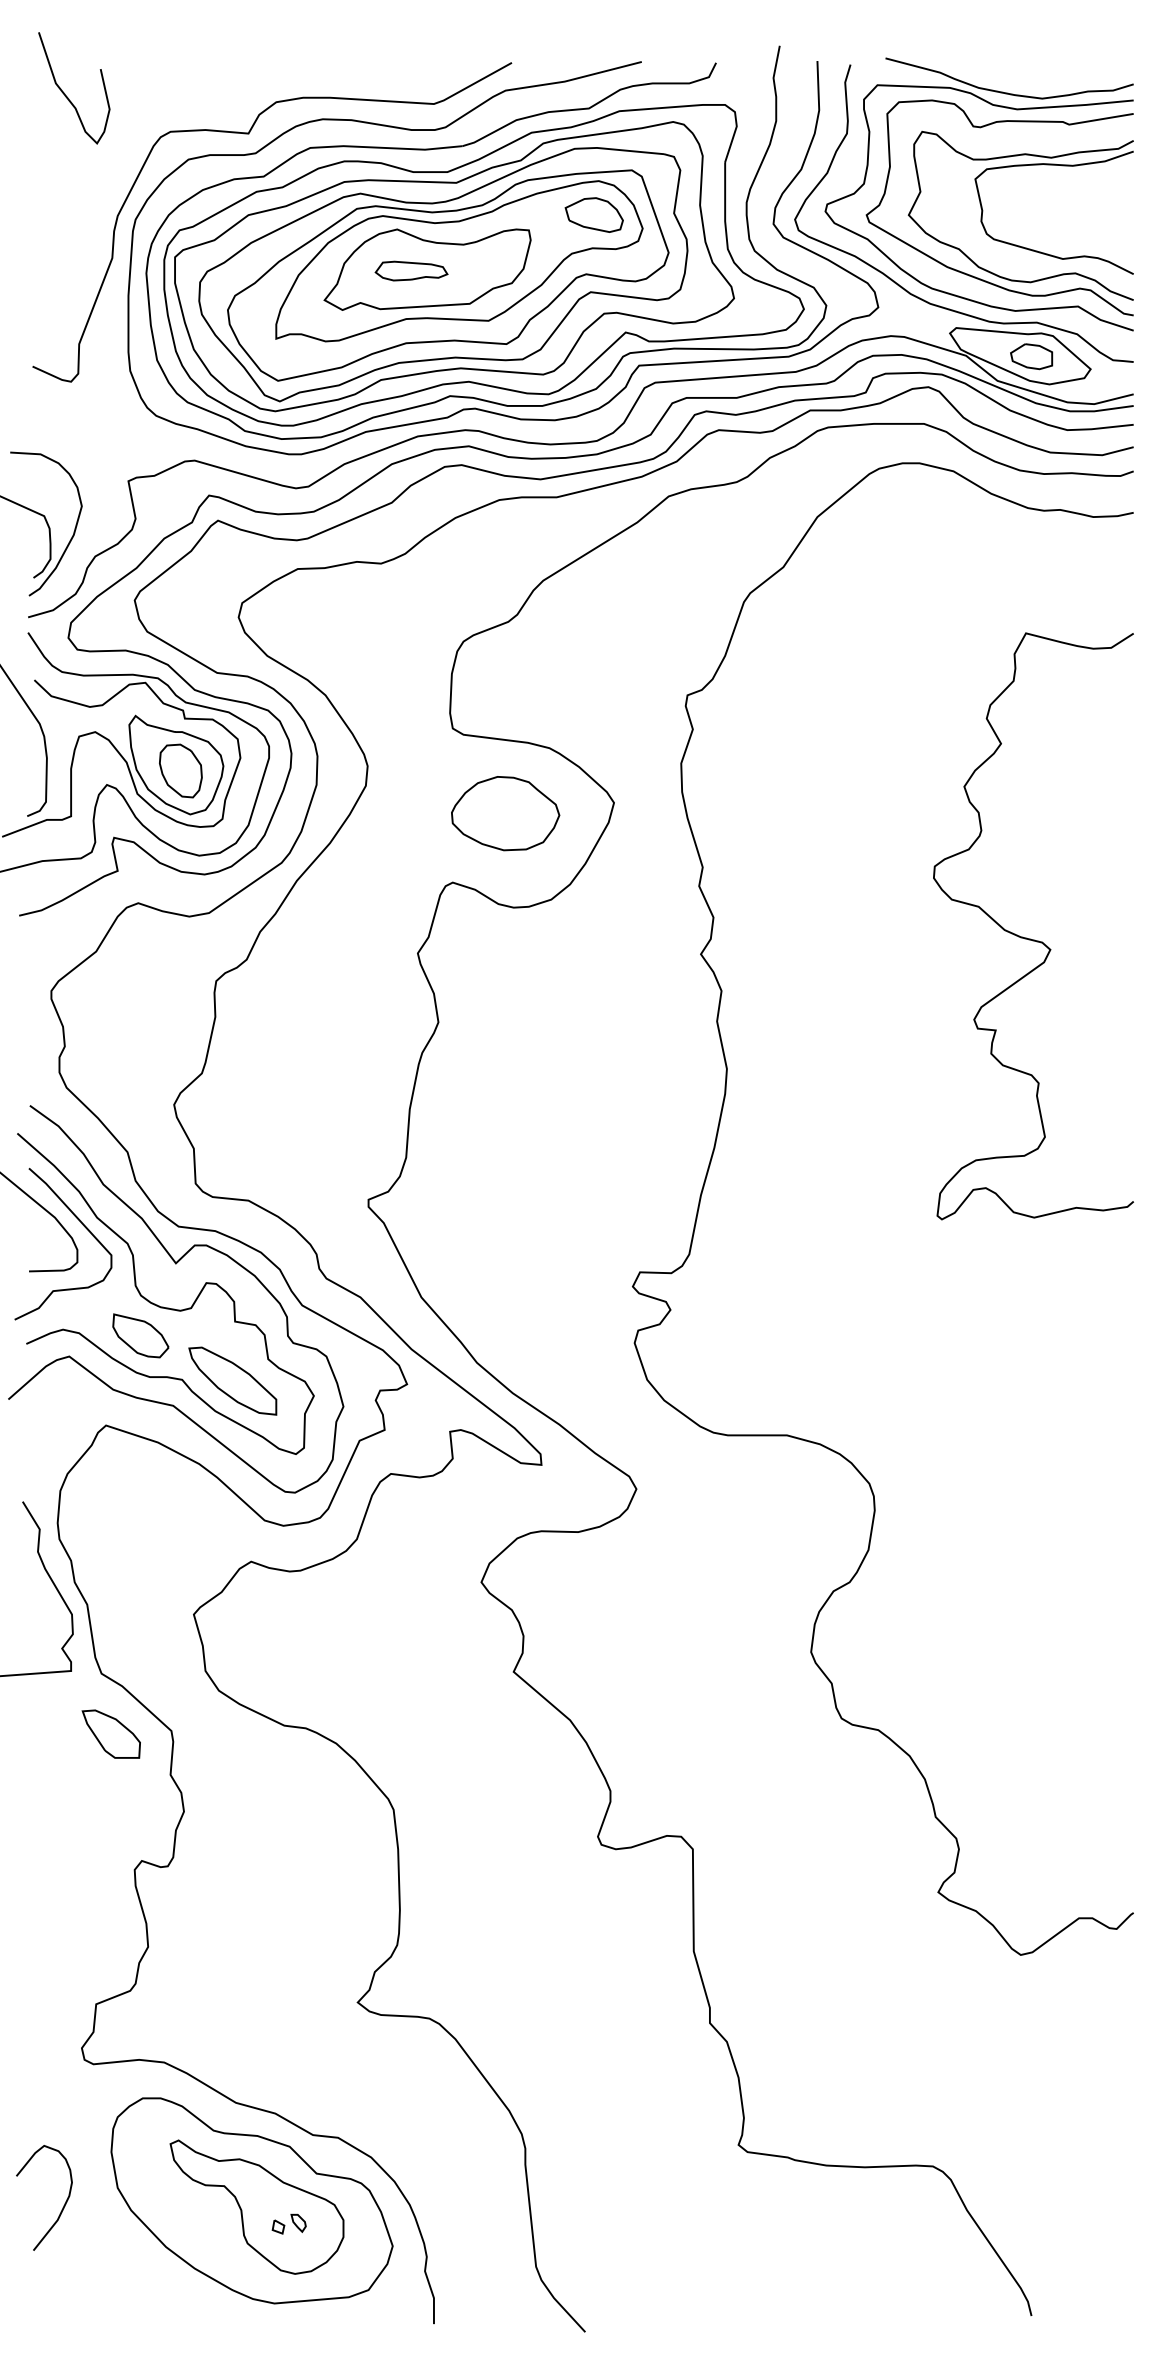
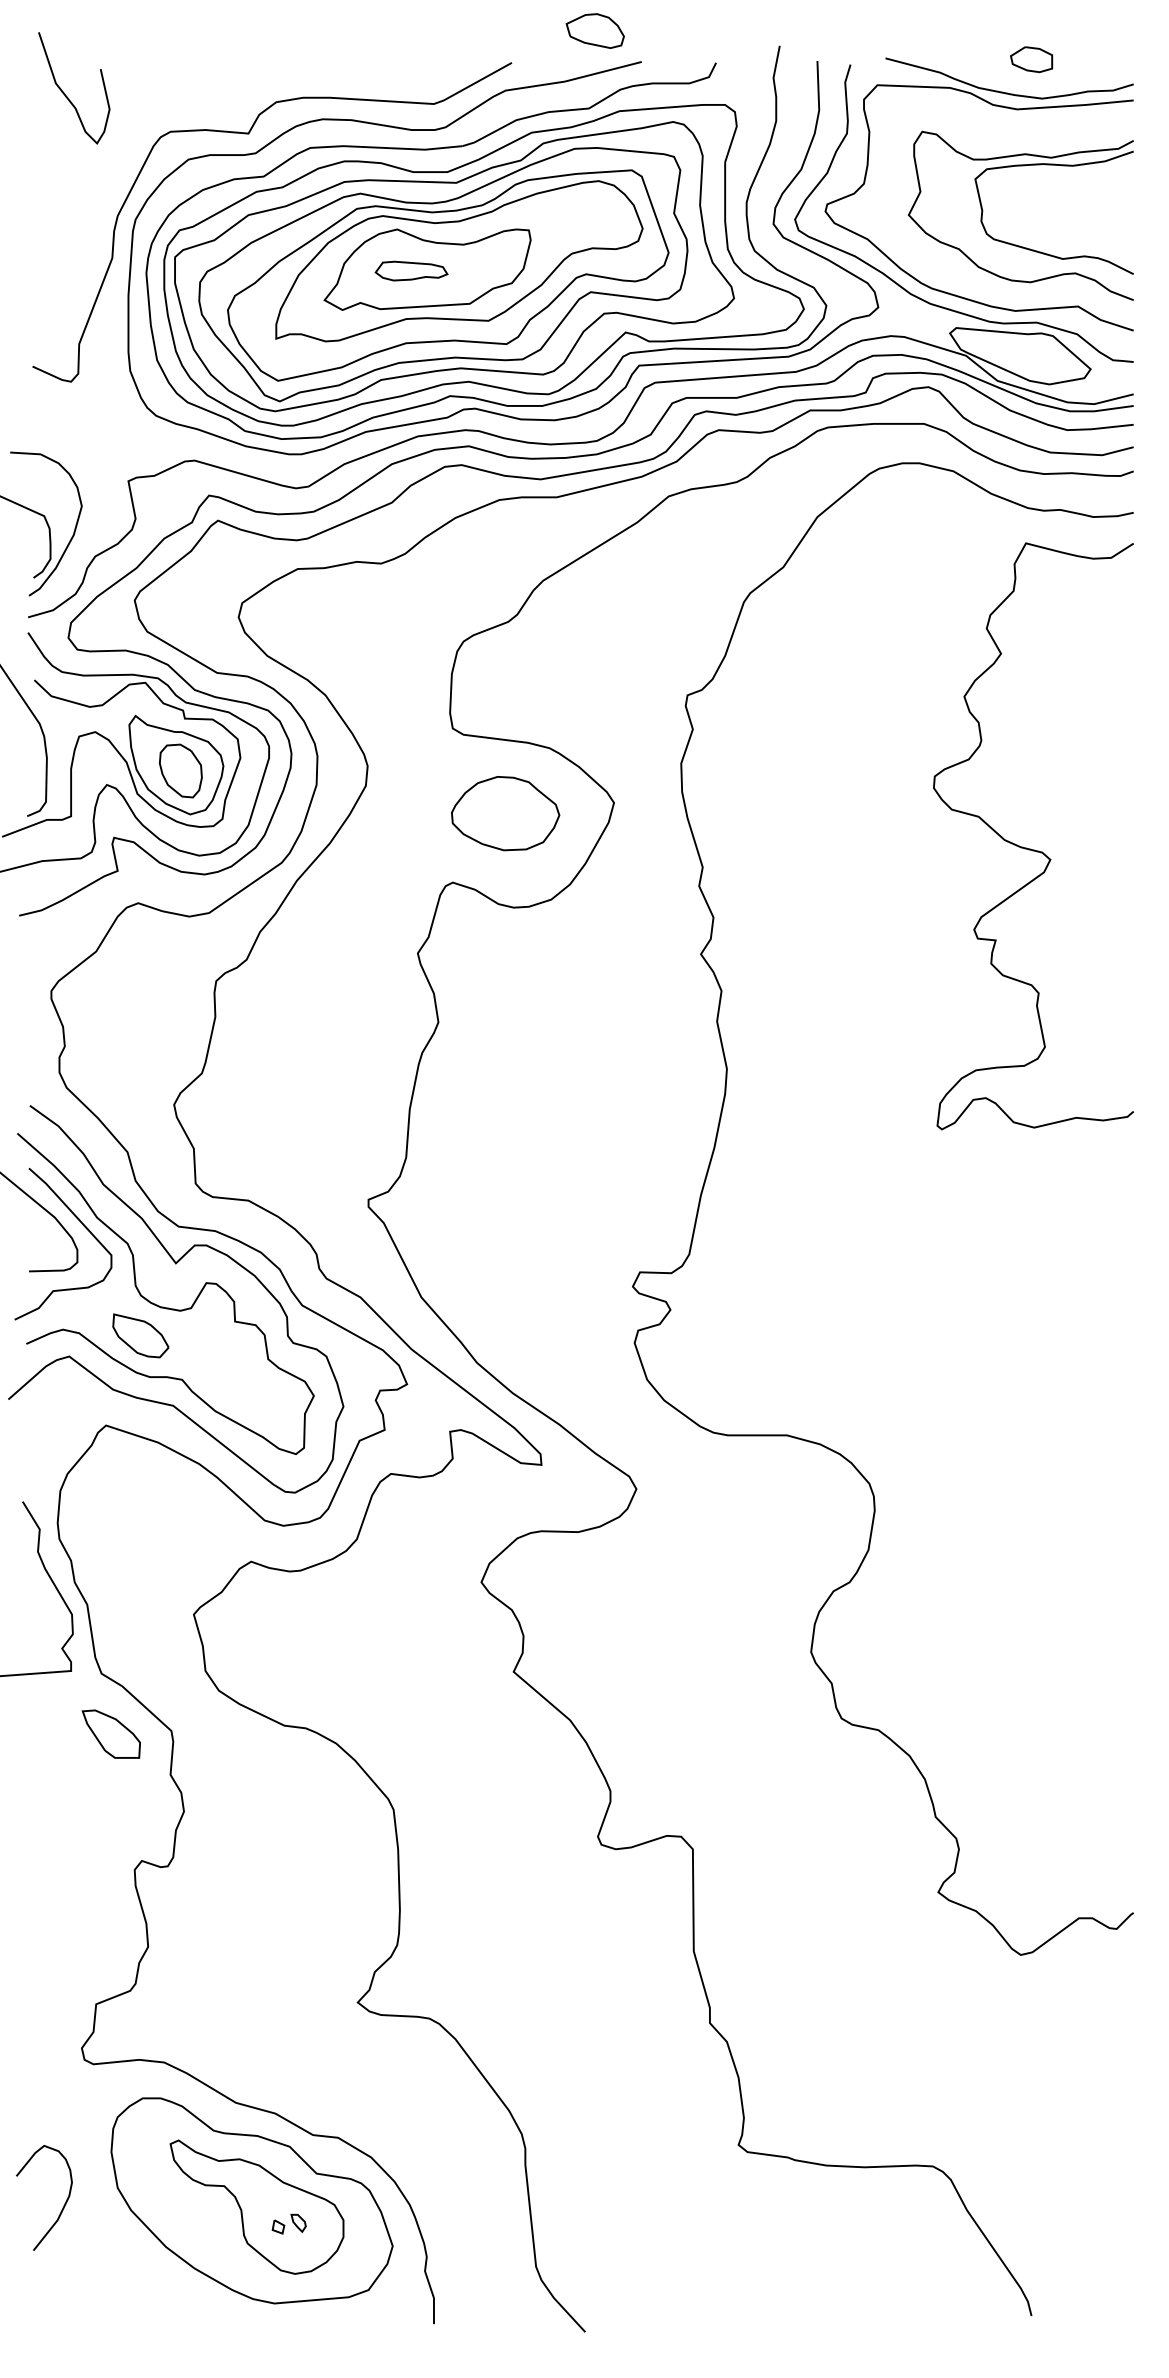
part at (593, 214) position: (593, 214) -> (594, 30)
curve at (970, 274): present -> none
part at (1031, 356) position: (1031, 356) -> (1031, 59)
curve at (1030, 938) position: (1030, 938) -> (1030, 848)
part at (232, 1380): present -> none
